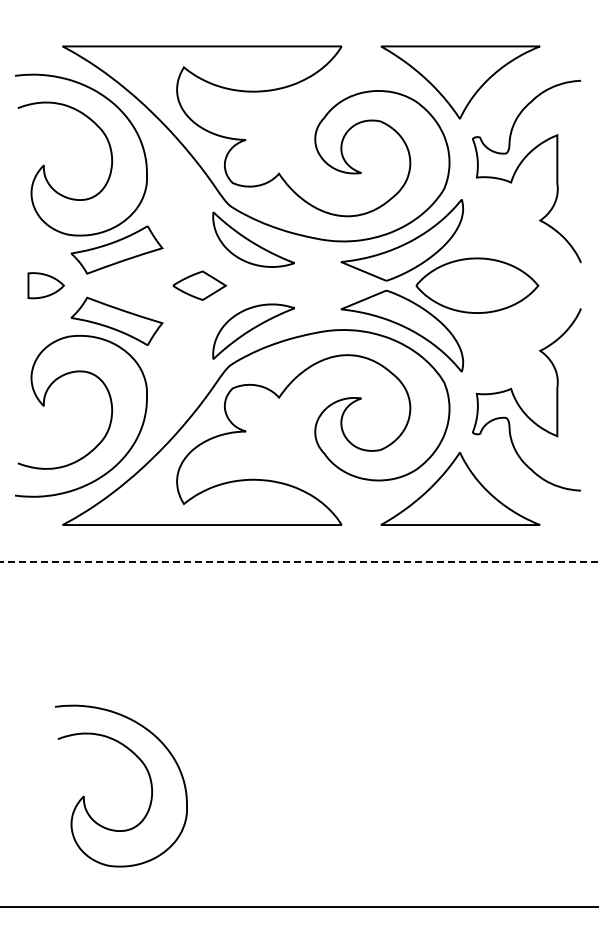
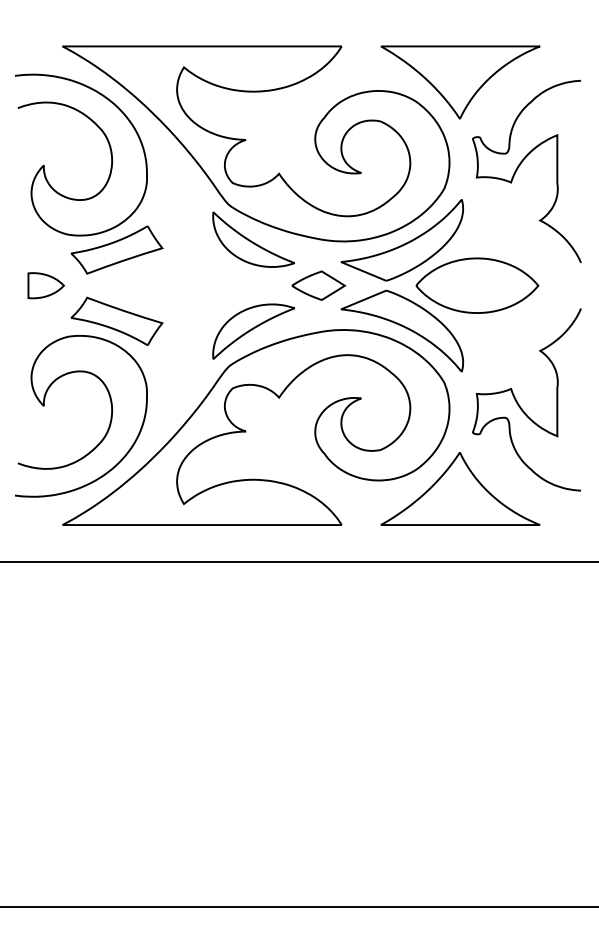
part at (199, 285) position: (199, 285) -> (318, 285)
line at (299, 561): dashed -> solid
curve at (147, 773): present -> none
